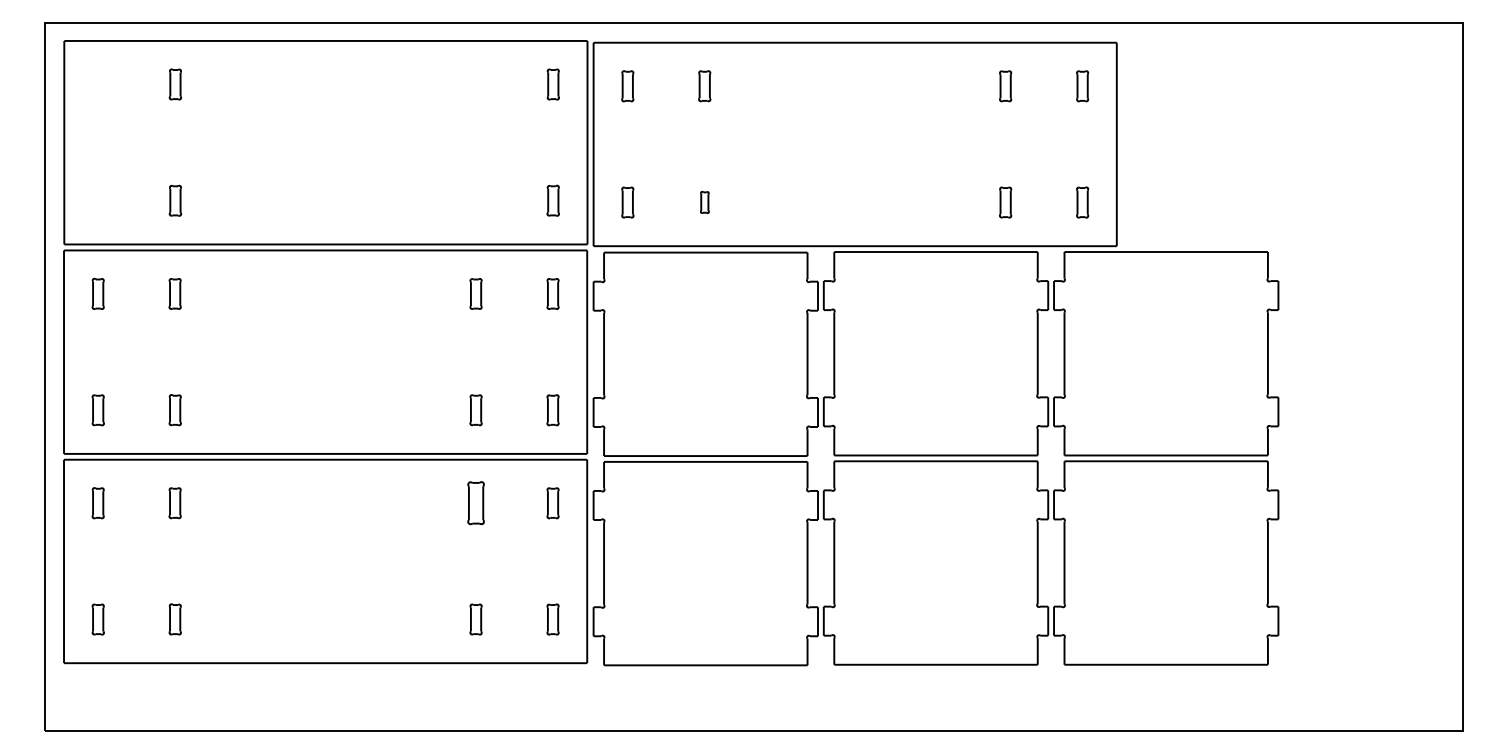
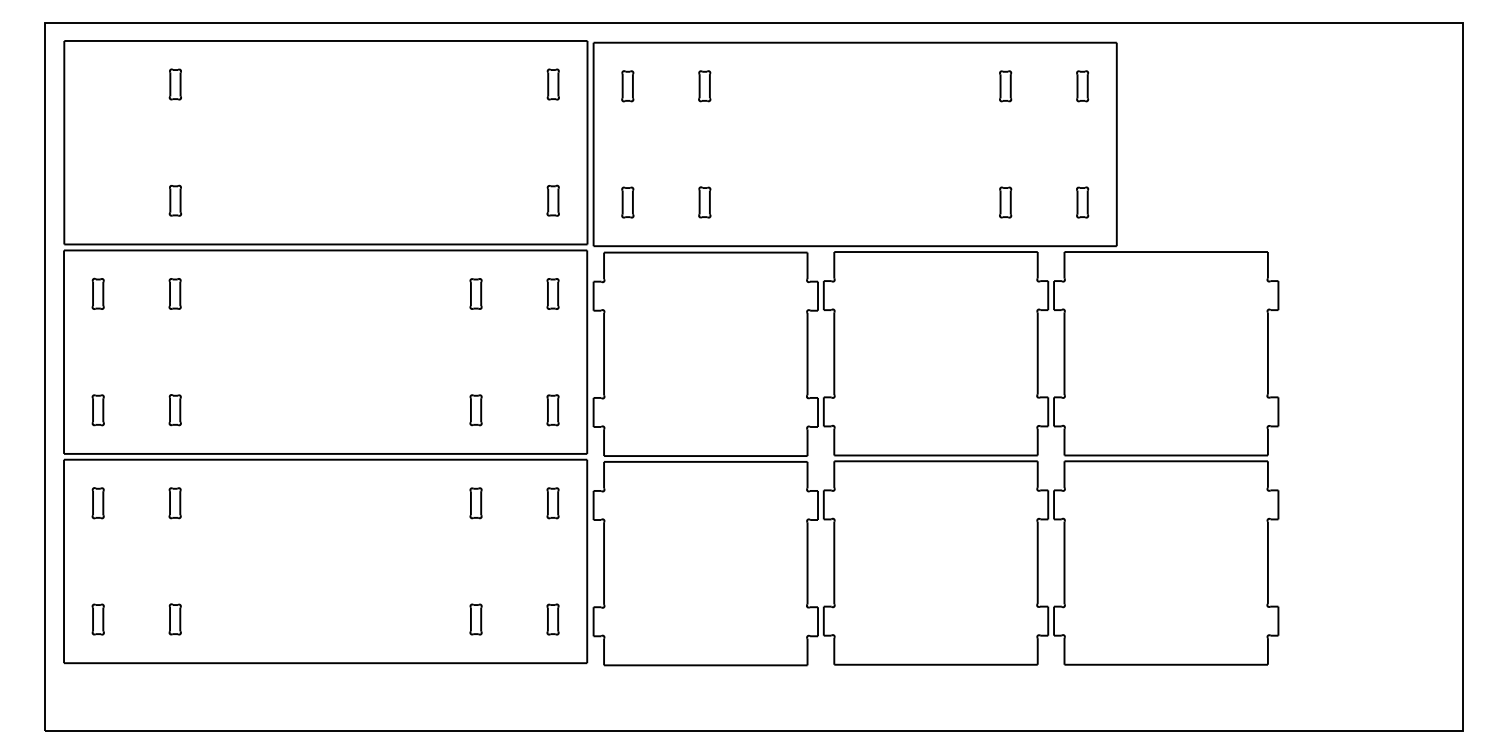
part at (704, 202) size: 10x23 px -> 14x33 px
part at (475, 503) size: 18x45 px -> 14x33 px
